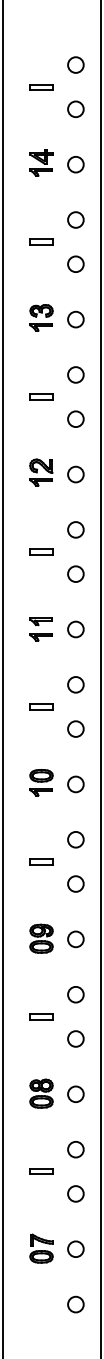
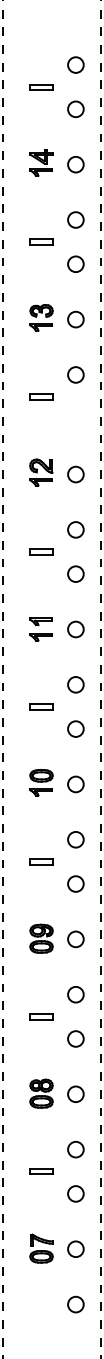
circle at (75, 418): present -> none
line at (3, 679): solid -> dashed
line at (100, 679): solid -> dashed
